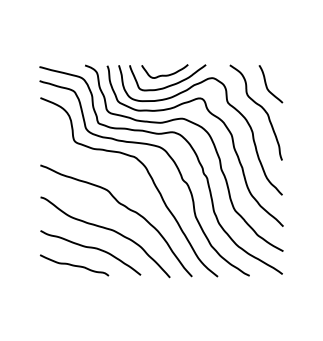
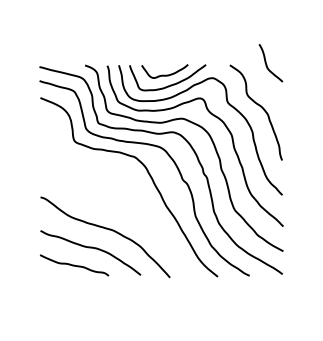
curve at (267, 85) position: (267, 85) -> (267, 64)
curve at (127, 209): present -> none
